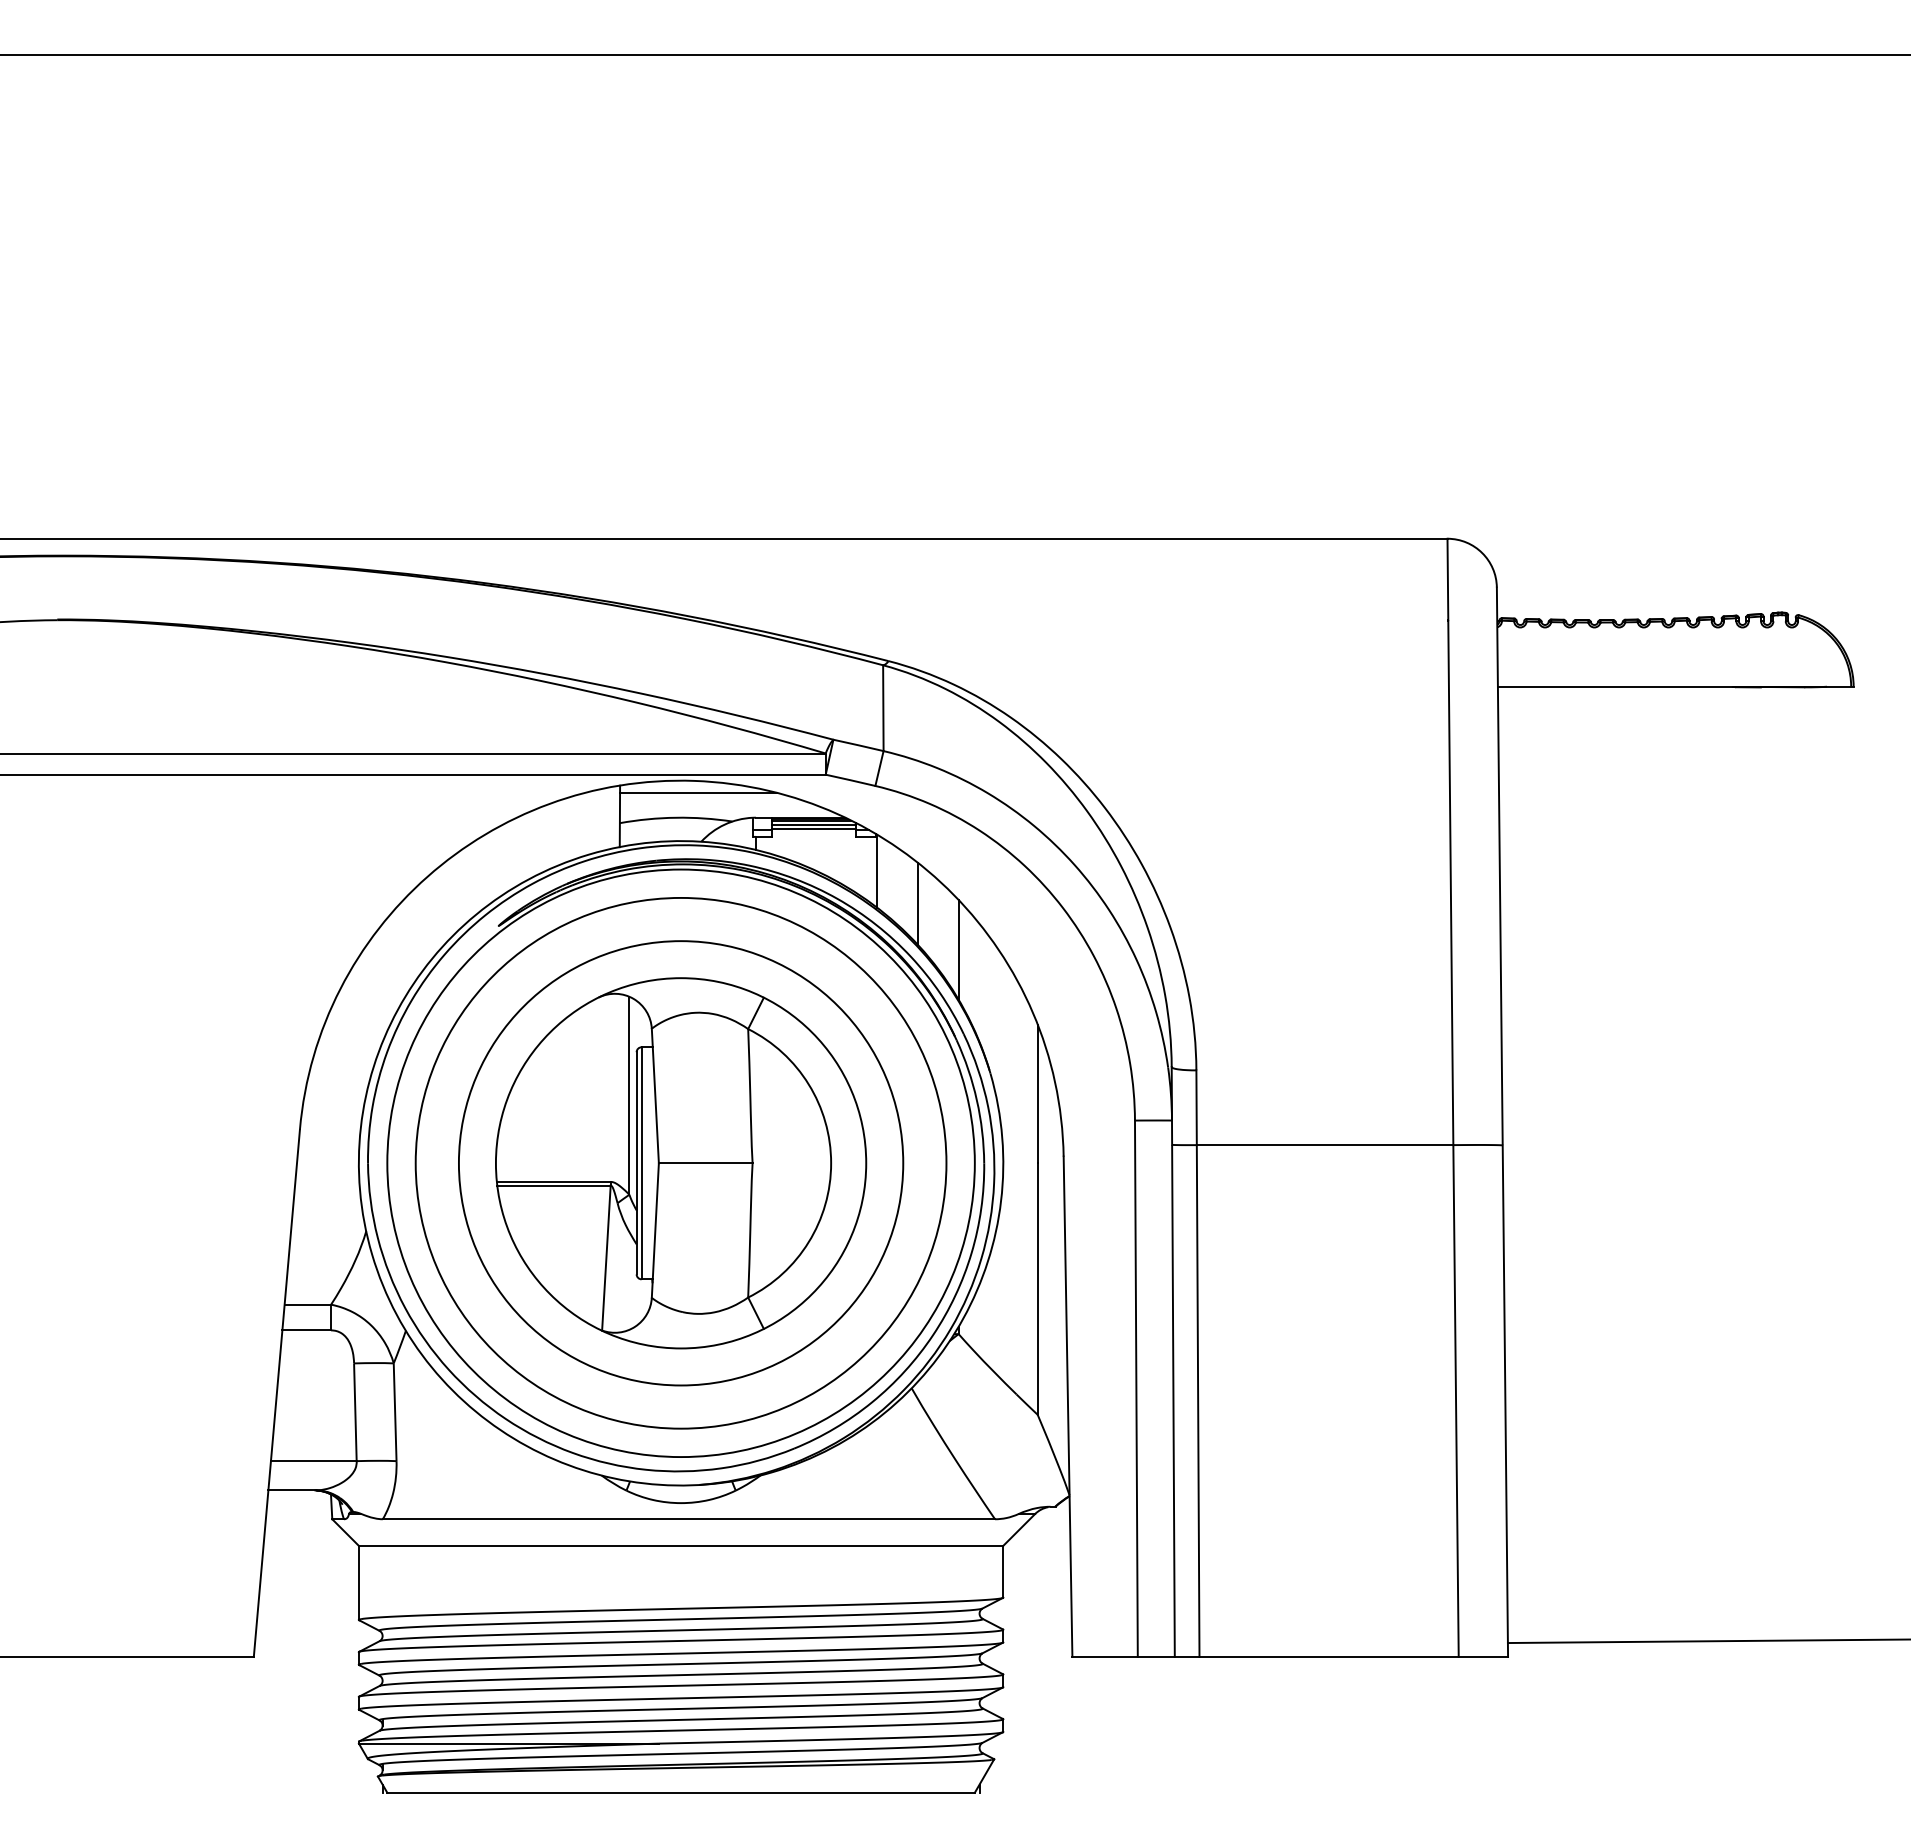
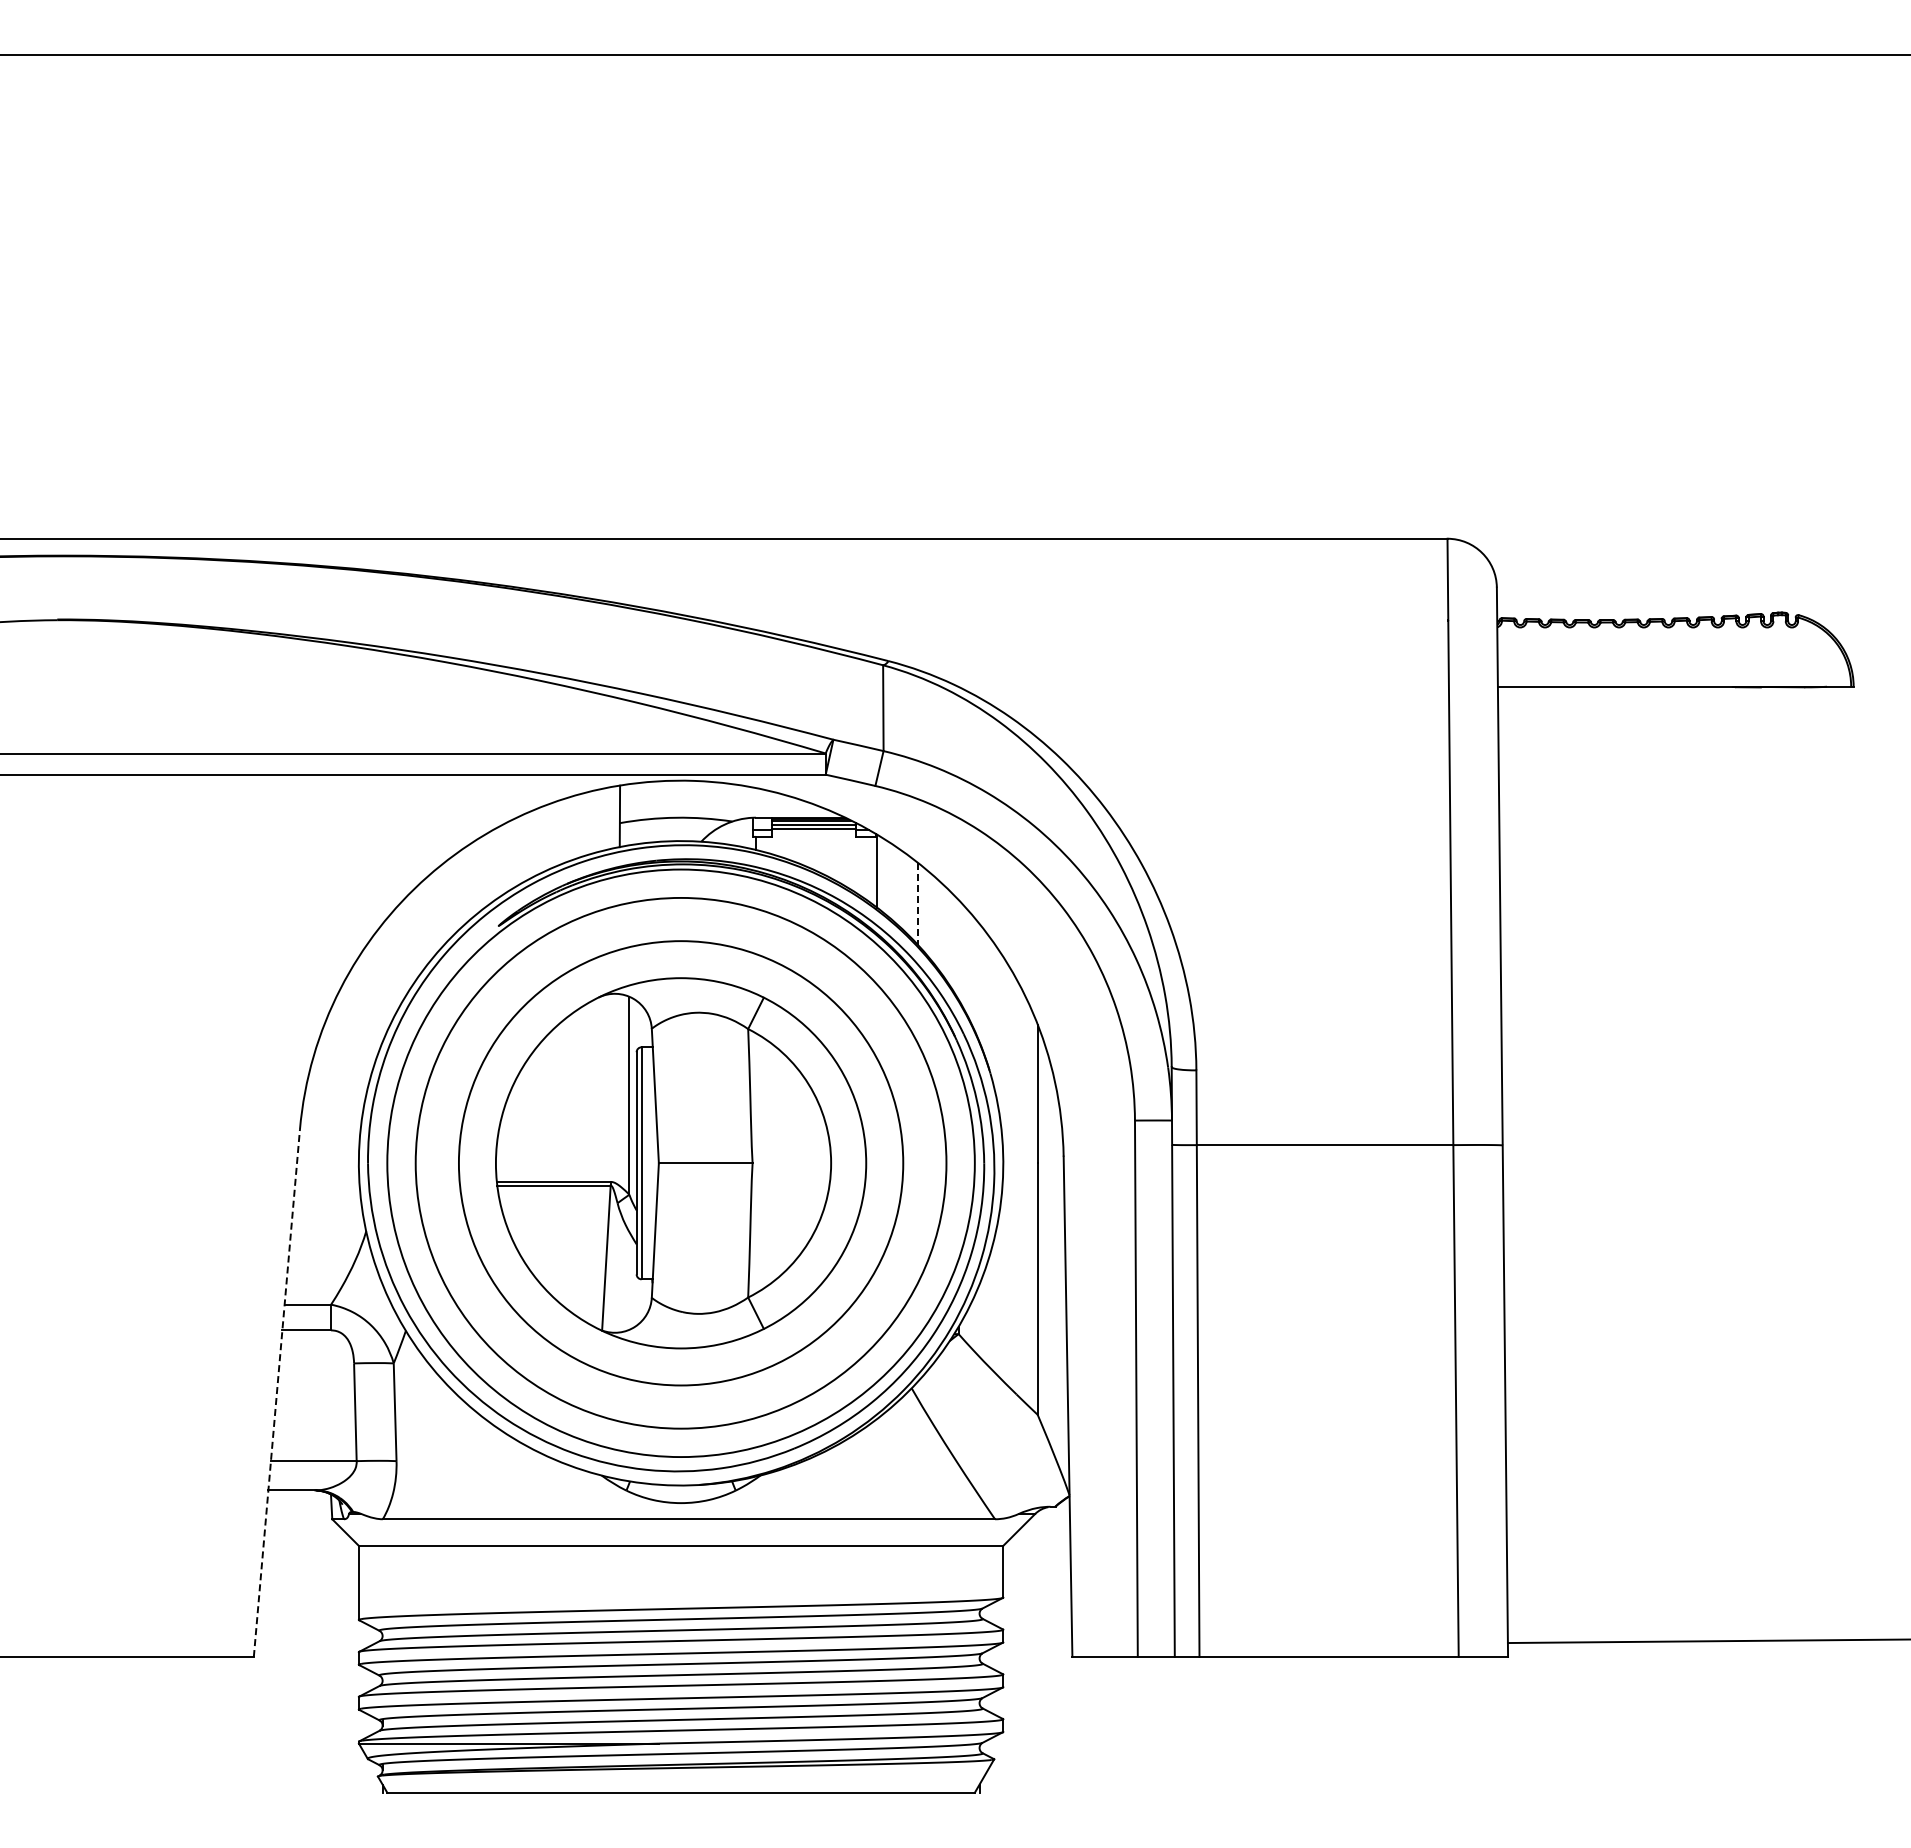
line at (698, 793): present -> none
line at (917, 904): solid -> dashed
line at (958, 949): present -> none
line at (276, 1393): solid -> dashed
